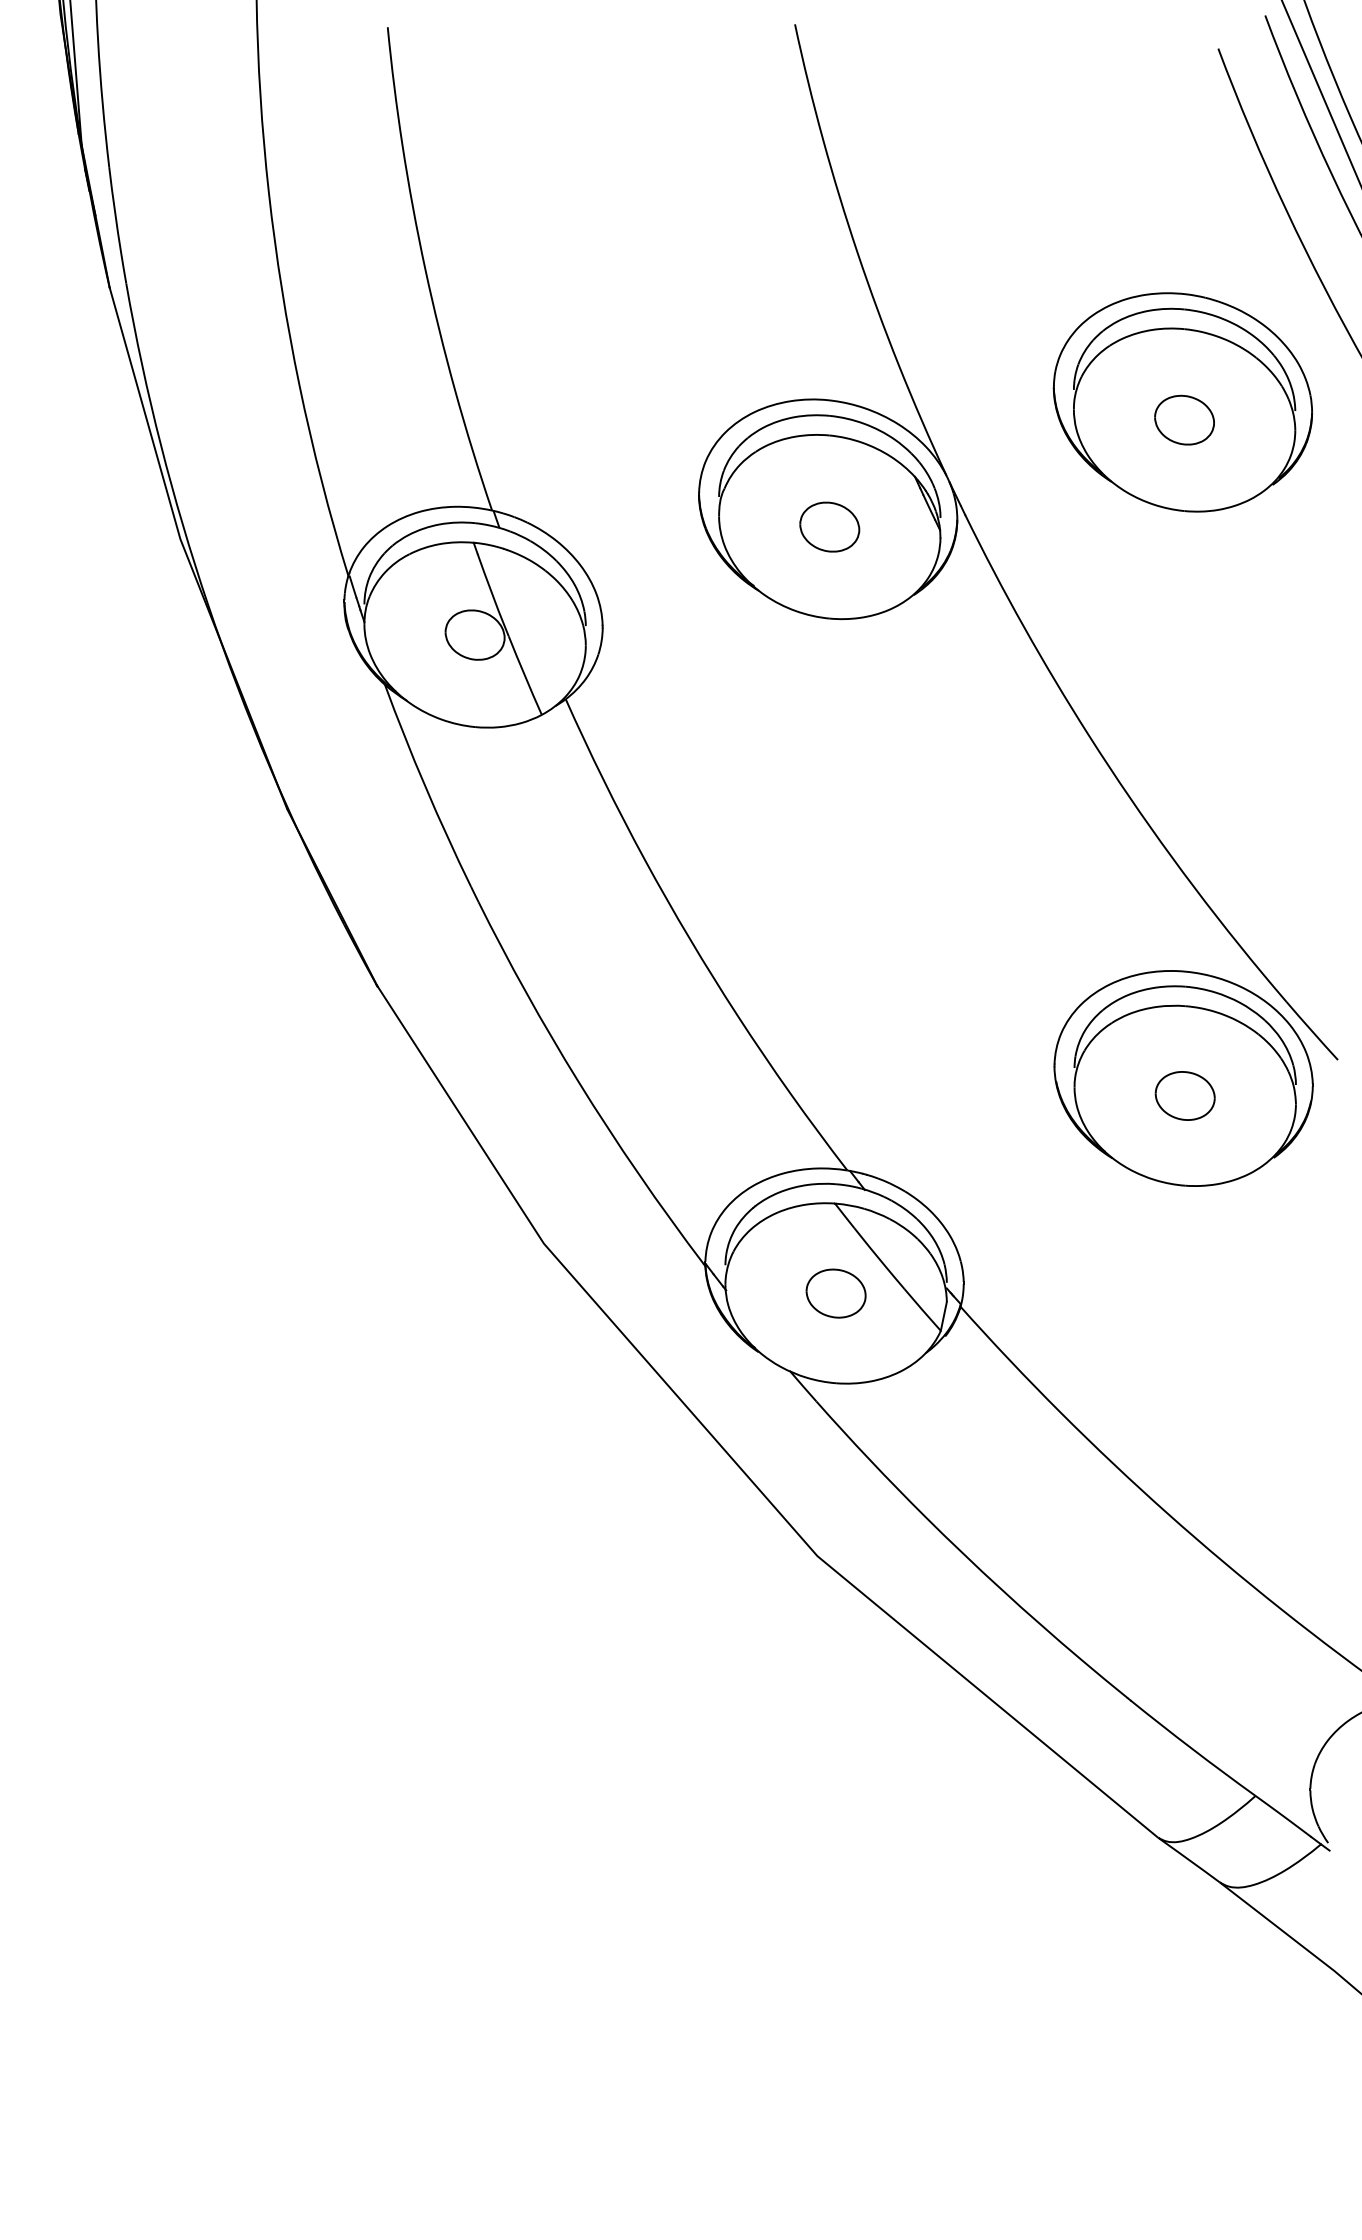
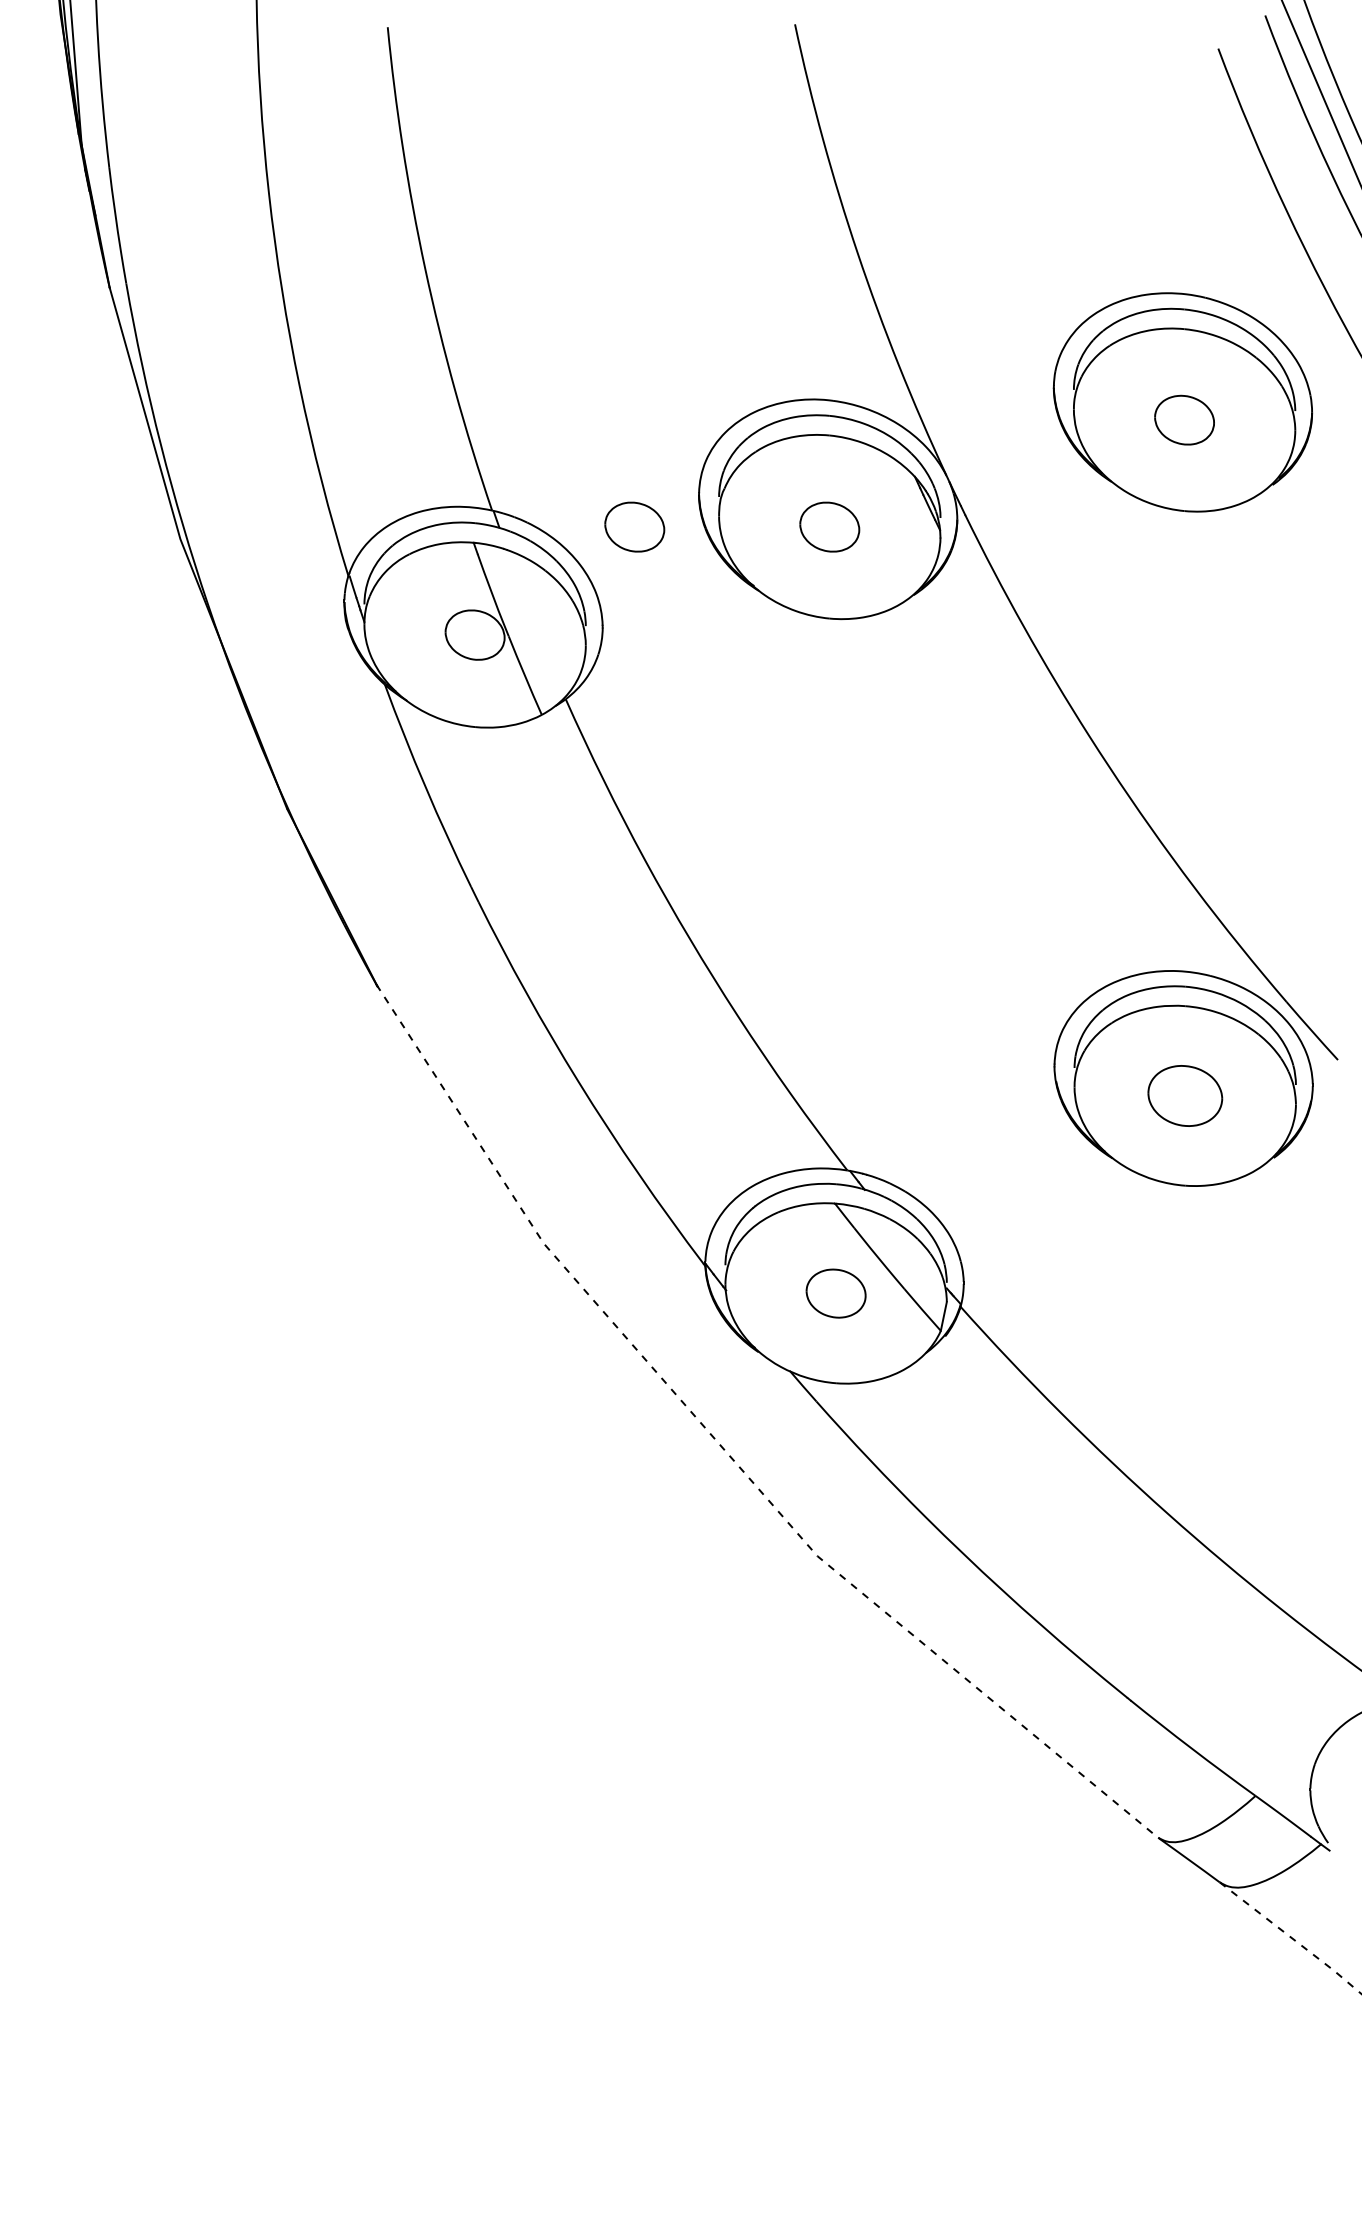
part at (634, 526): none -> present
part at (1184, 1095) size: 62x50 px -> 77x62 px
line at (724, 1450): solid -> dashed
line at (1292, 1938): solid -> dashed
